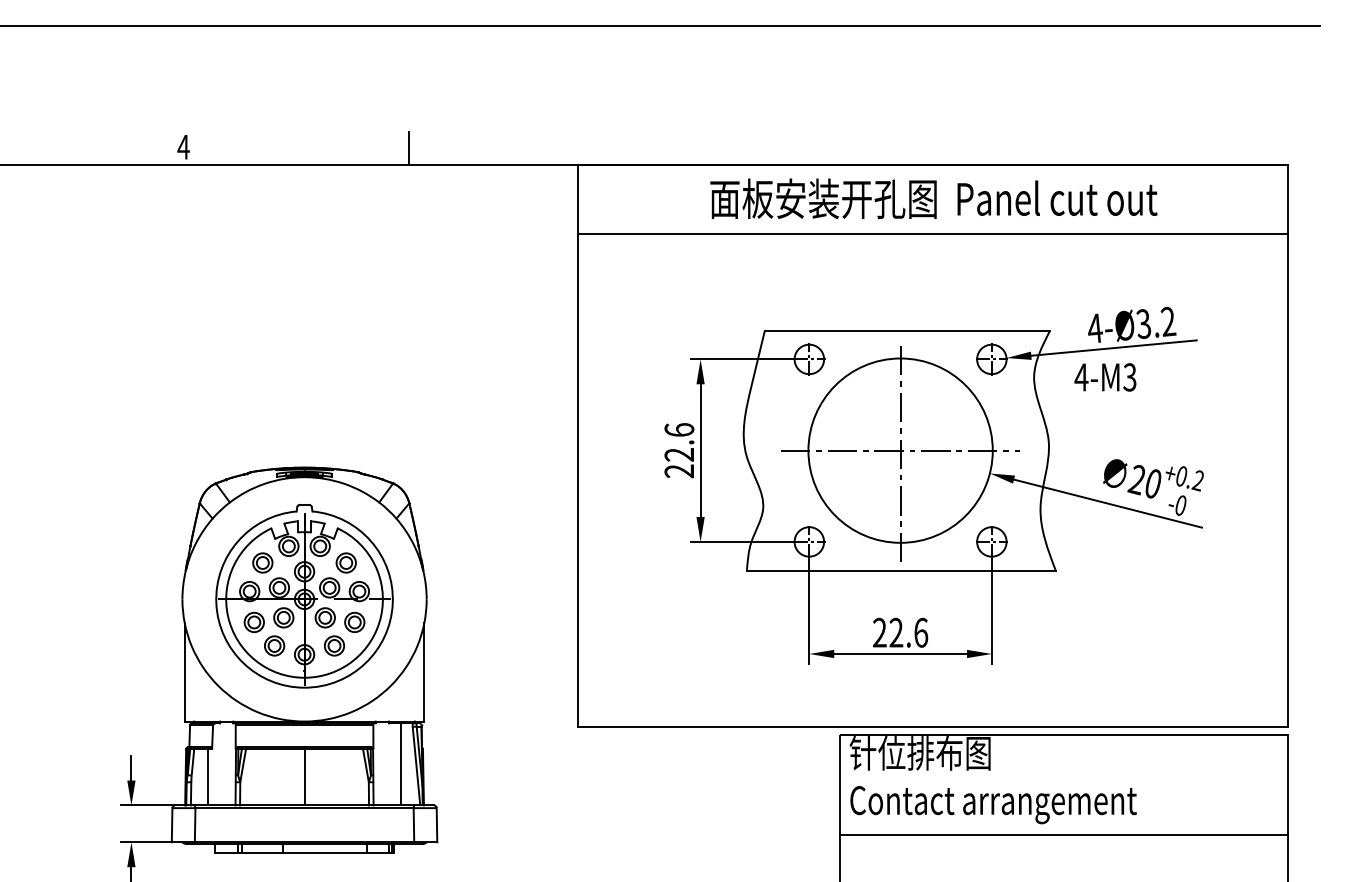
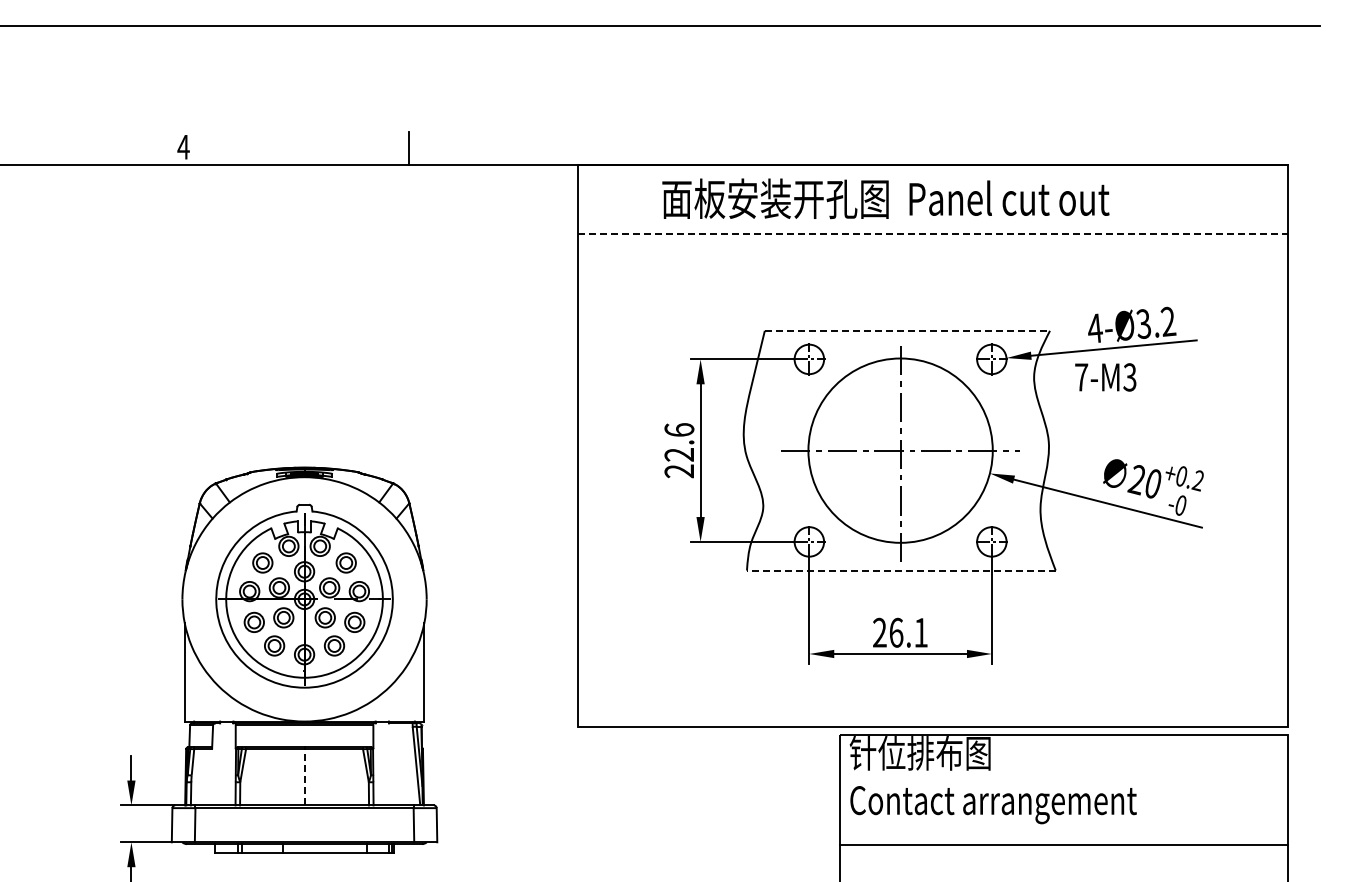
text at (933, 198) position: (933, 198) -> (885, 198)
line at (933, 234): solid -> dashed
line at (907, 330): solid -> dashed
text at (1081, 377): 4-M3 -> 7-M3
line at (900, 570): solid -> dashed
text at (908, 632): 22.6 -> 26.1
line at (401, 764): present -> none
line at (207, 776): present -> none
line at (304, 776): solid -> dashed
line at (1063, 835) position: (1063, 835) -> (1063, 845)
